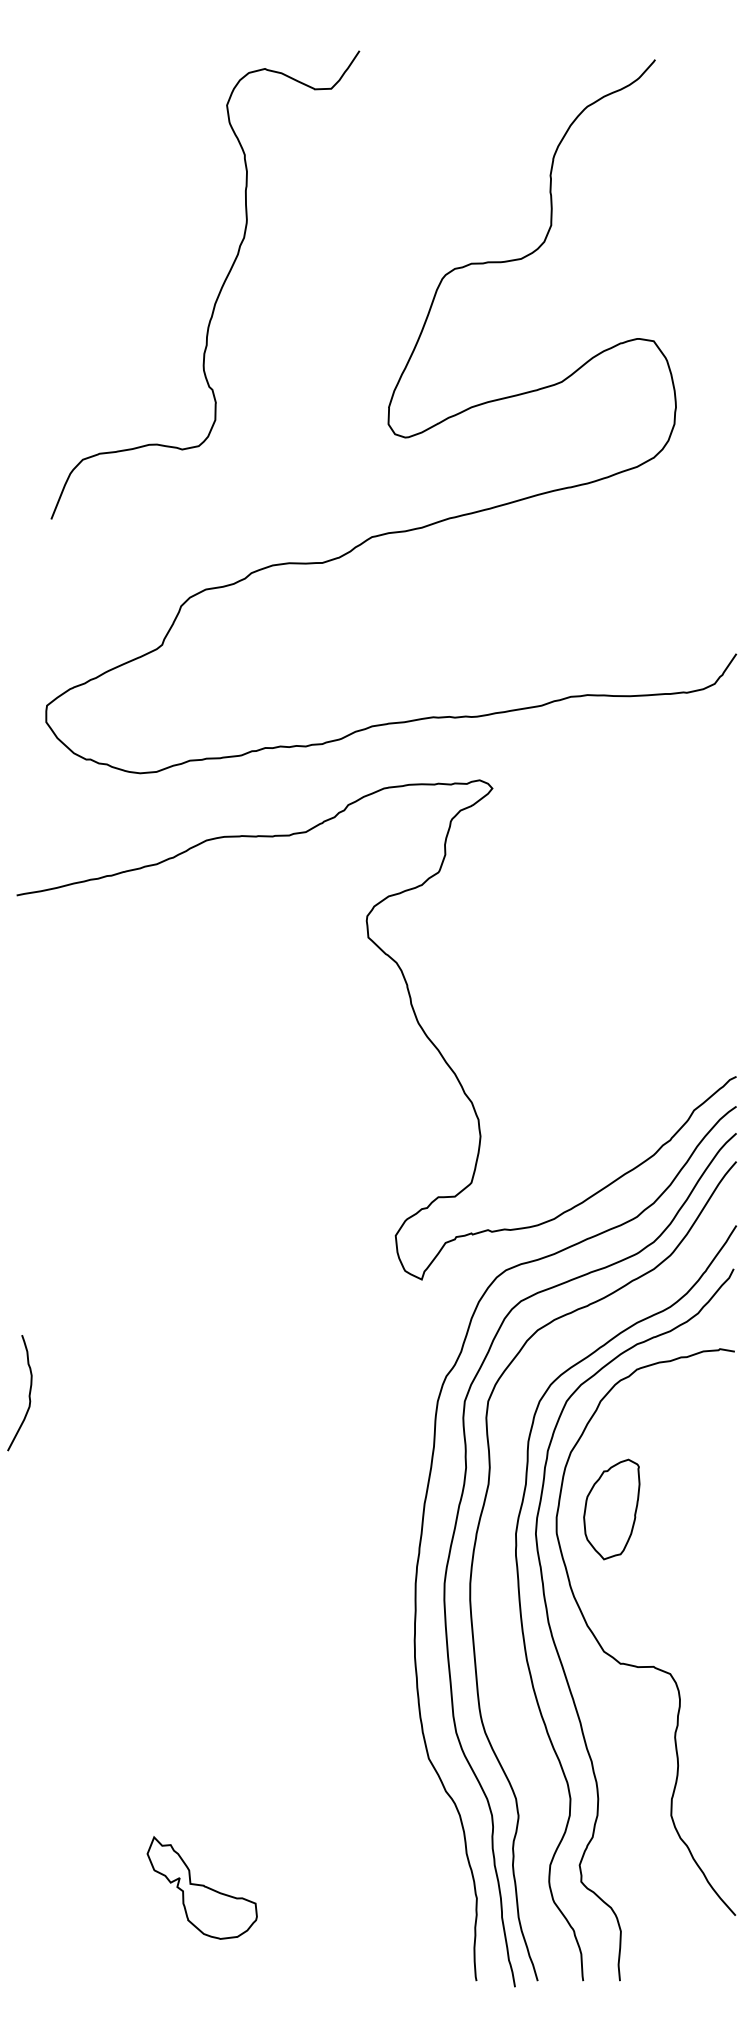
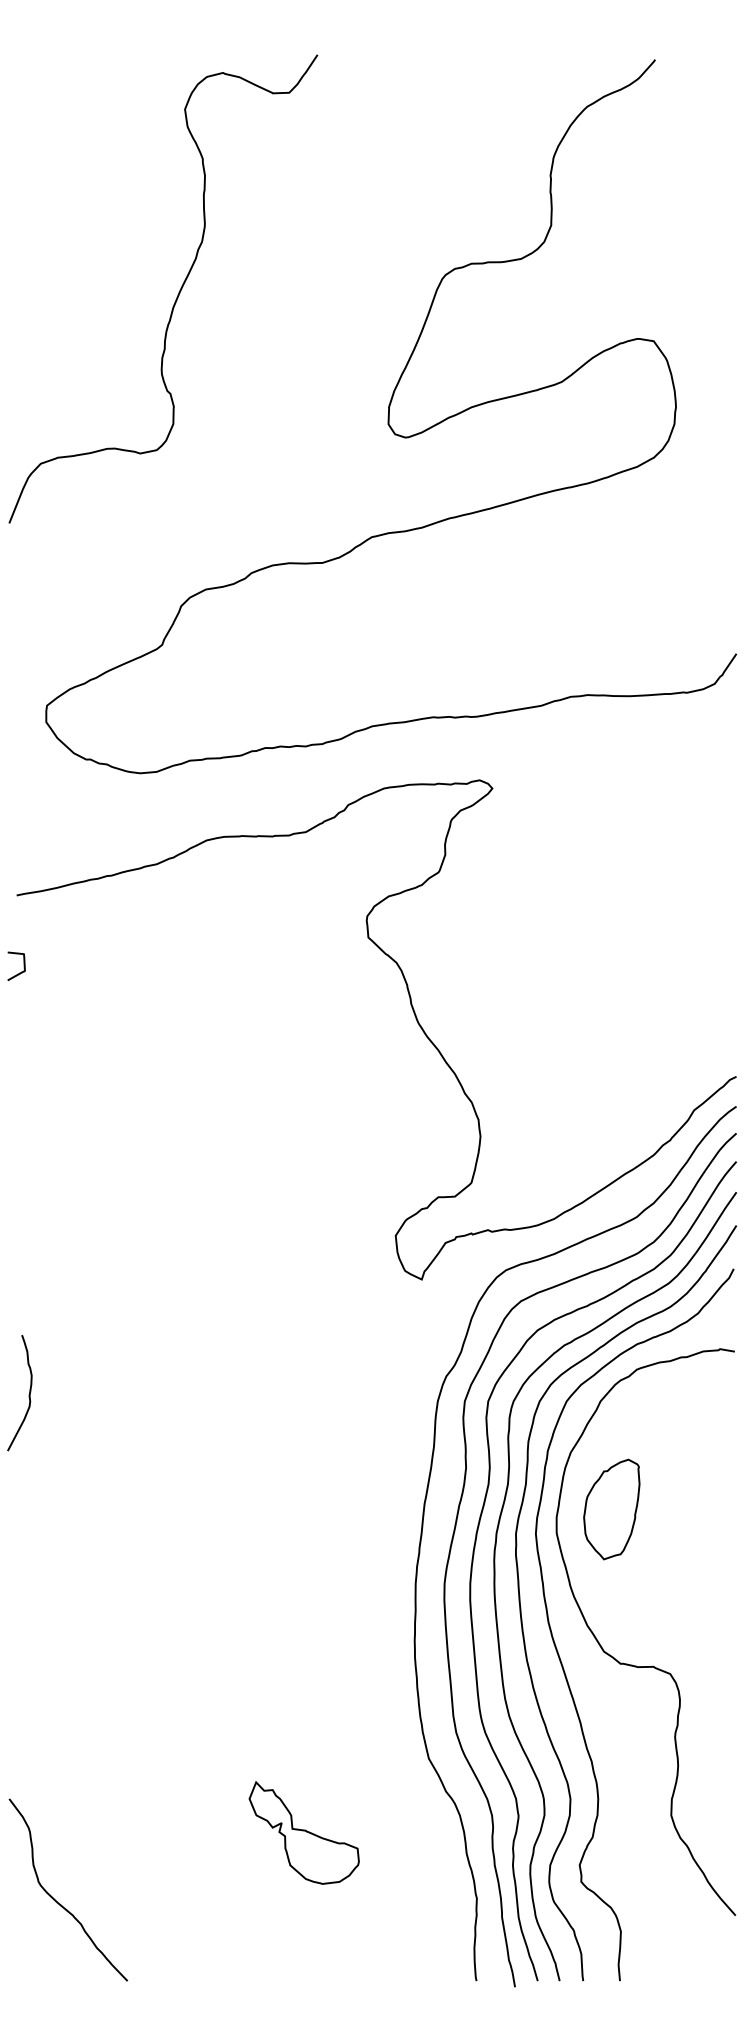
curve at (219, 290) position: (219, 290) -> (177, 294)
curve at (23, 965): none -> present
curve at (495, 1586): none -> present
part at (201, 1887) position: (201, 1887) -> (303, 1832)
curve at (60, 1903): none -> present
